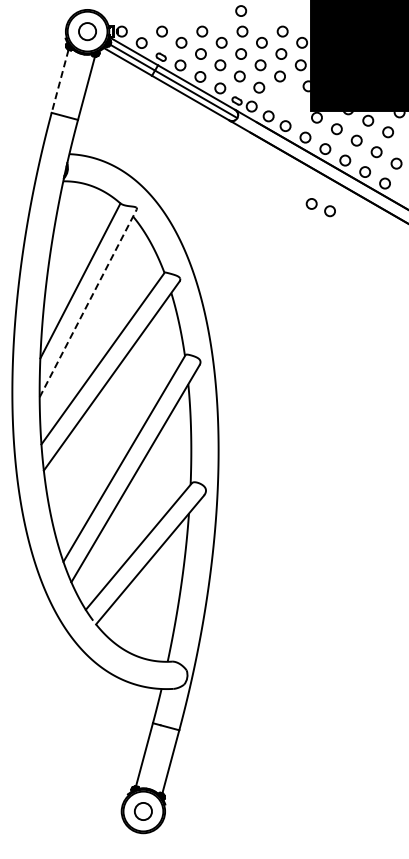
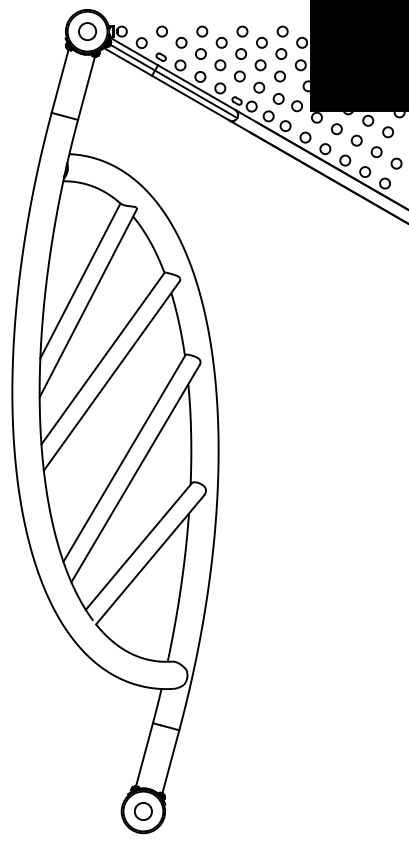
circle at (241, 10): present -> none
line at (60, 81): dashed -> solid
part at (320, 207) position: (320, 207) -> (287, 102)
line at (88, 303): dashed -> solid
